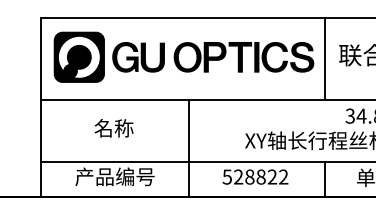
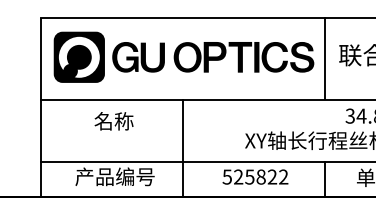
text at (113, 128) position: (113, 128) -> (113, 121)
line at (188, 147) position: (188, 147) -> (182, 147)
text at (249, 176): 528822 -> 525822
